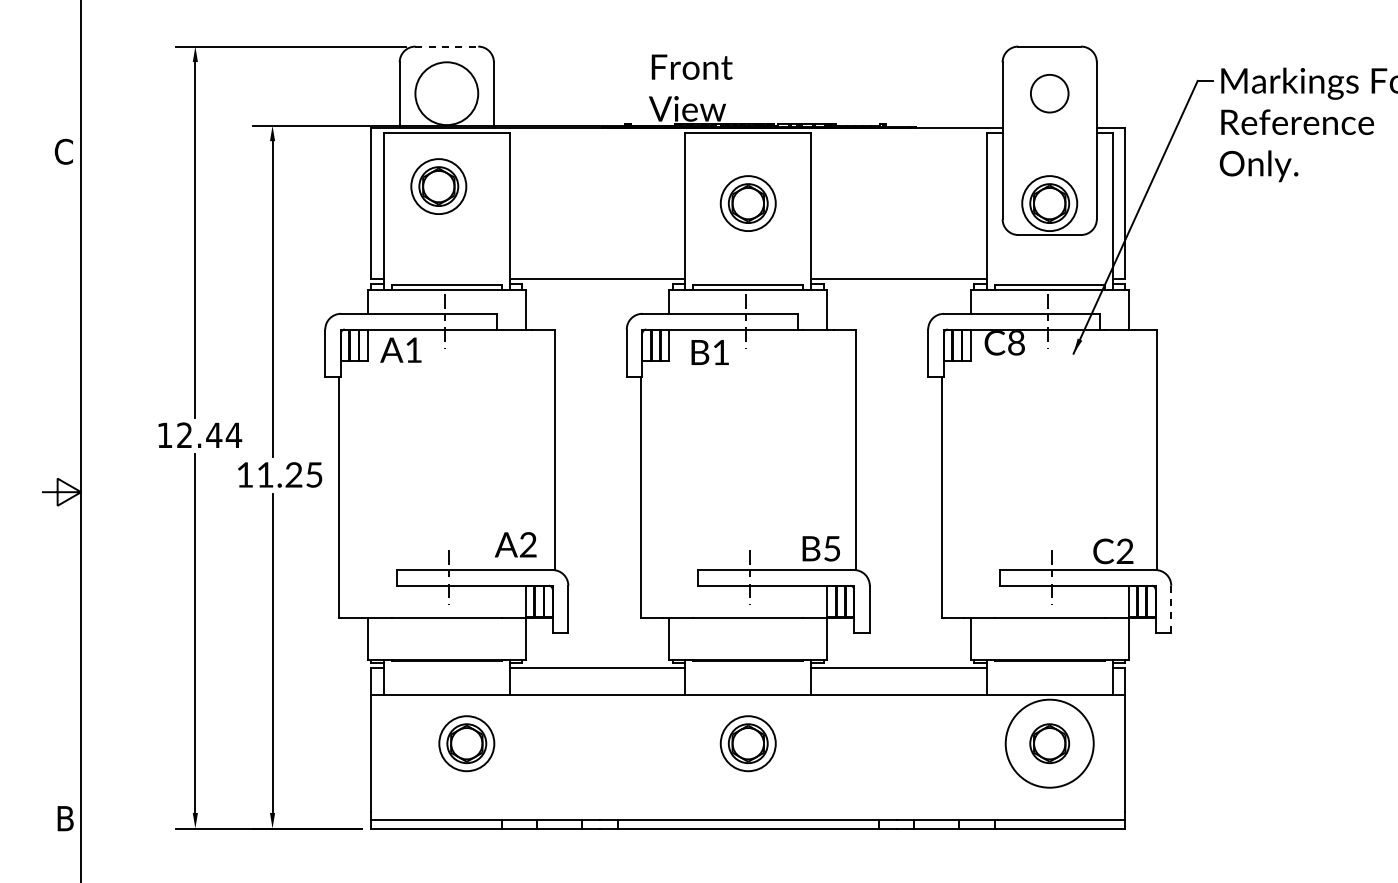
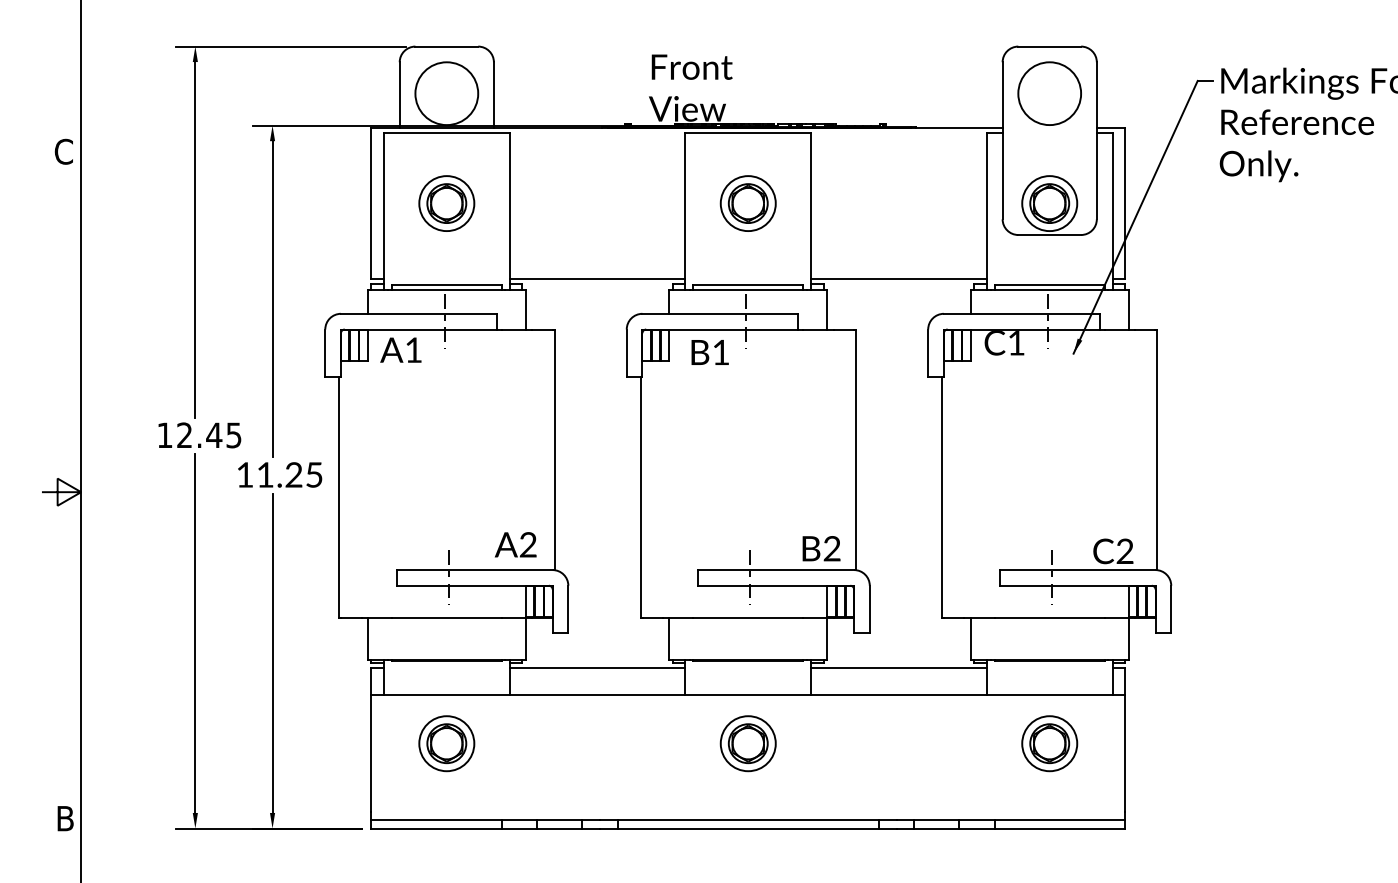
line at (447, 46): dashed -> solid
circle at (1049, 93) diameter: 38 px -> 63 px
part at (438, 186) position: (438, 186) -> (446, 203)
text at (1016, 343): C8 -> C1
text at (233, 435): 12.44 -> 12.45
text at (831, 548): B5 -> B2
line at (1171, 609): dashed -> solid
part at (466, 743) position: (466, 743) -> (446, 743)
circle at (1049, 743) diameter: 88 px -> 55 px
